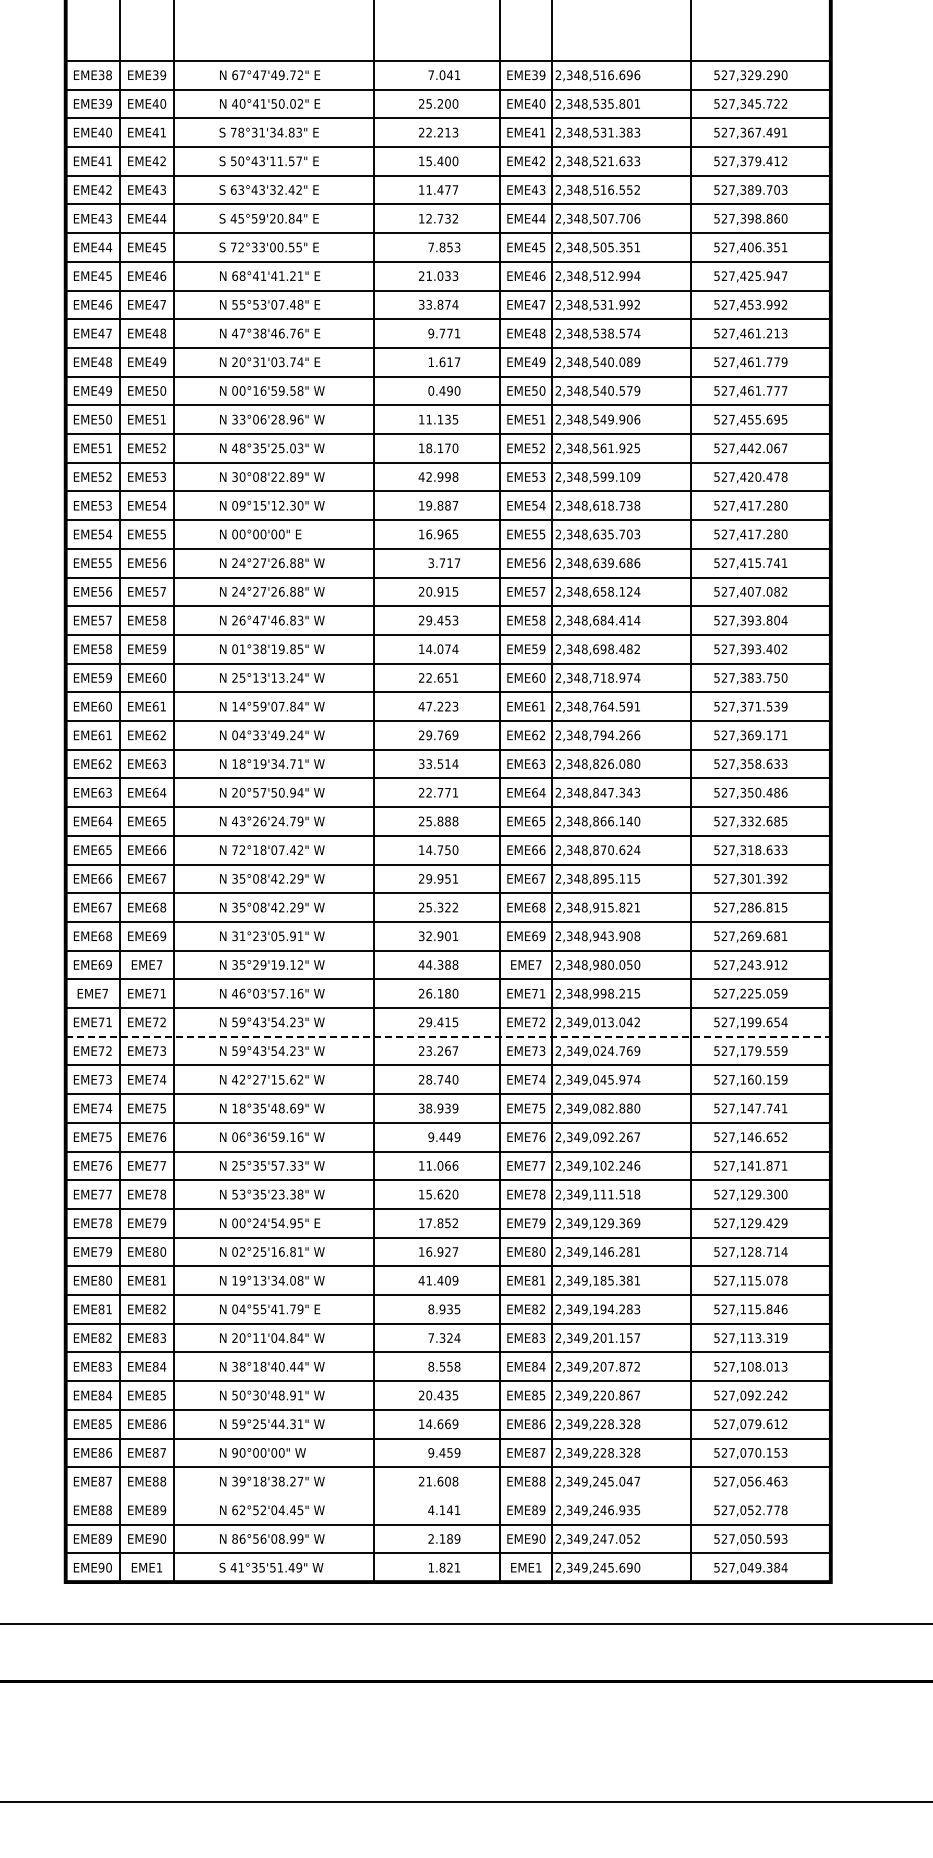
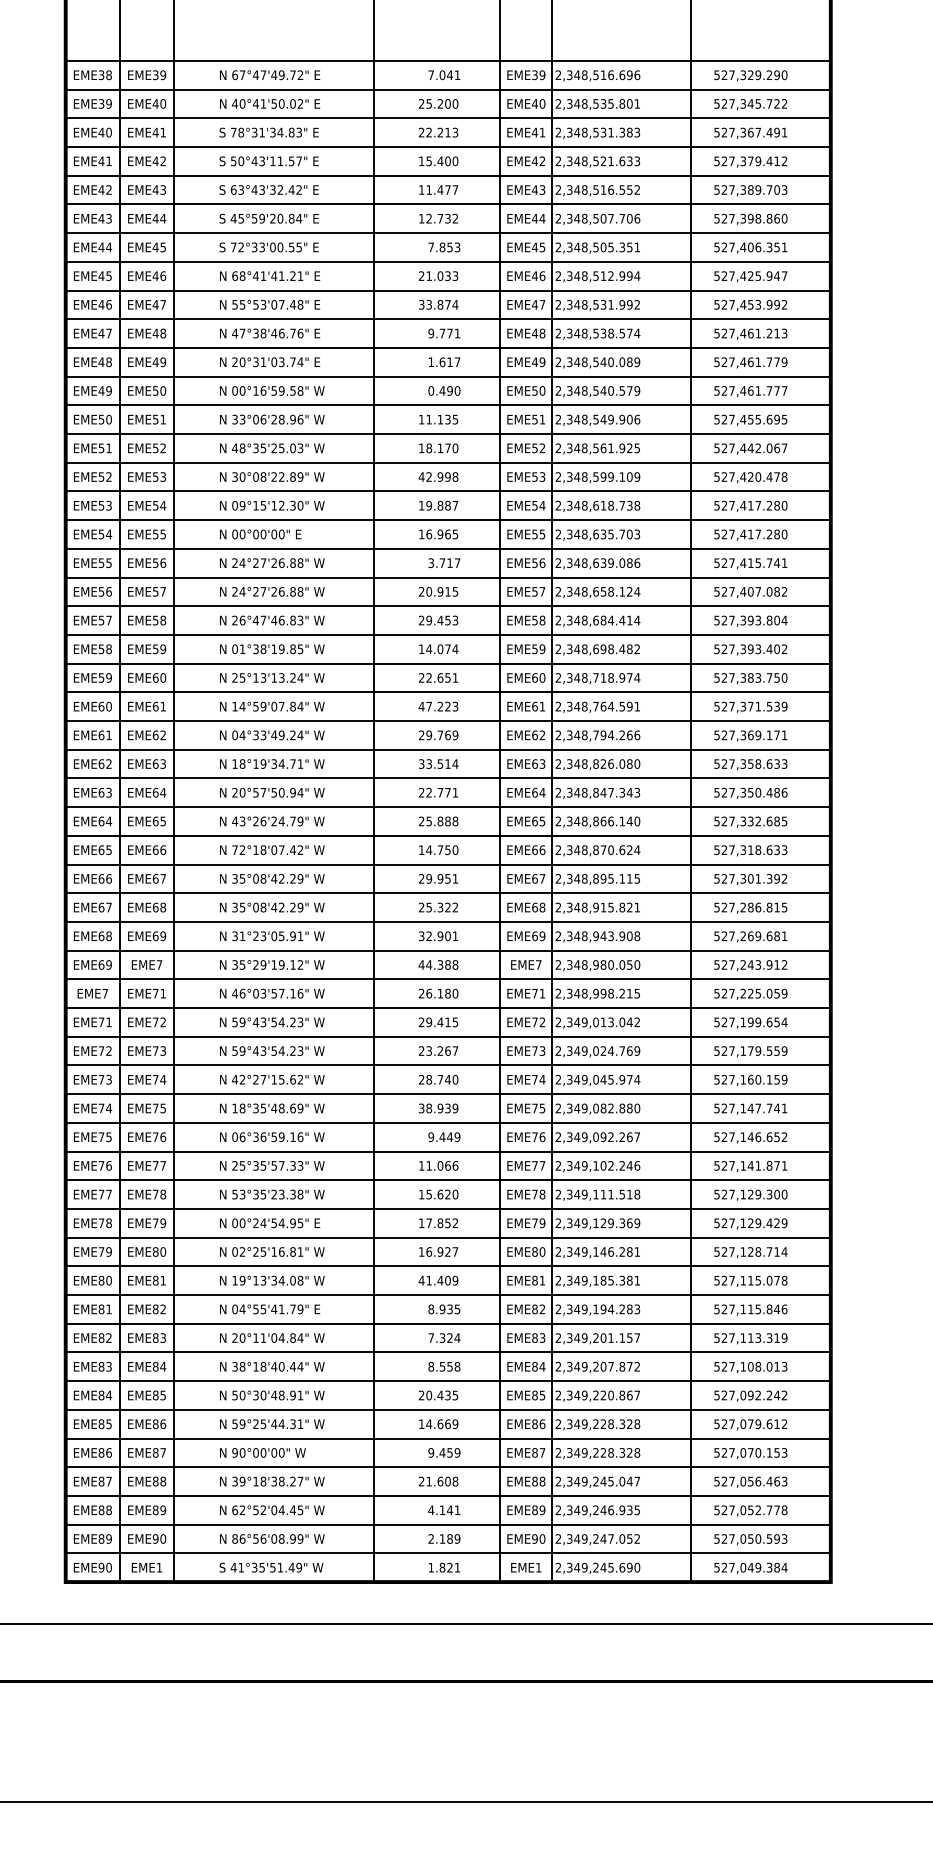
text at (622, 562): 2,348,639.686 -> 2,348,639.086
line at (448, 1036): dashed -> solid
line at (447, 1495): none -> present
